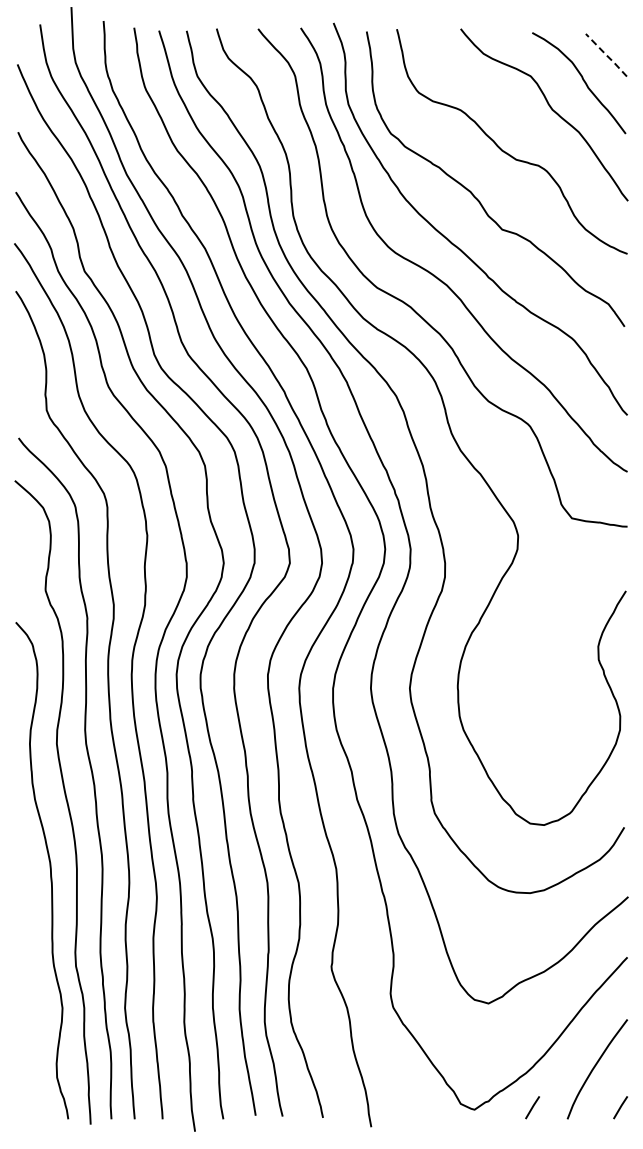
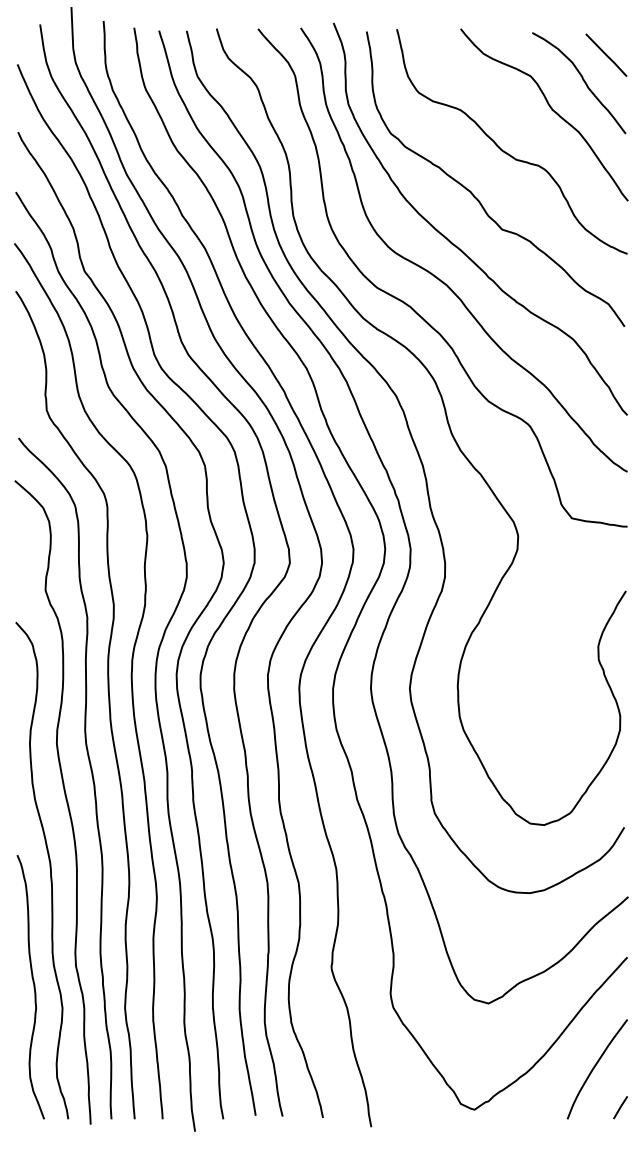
line at (606, 55): dashed -> solid
curve at (33, 987): none -> present
line at (532, 1107): present -> none
